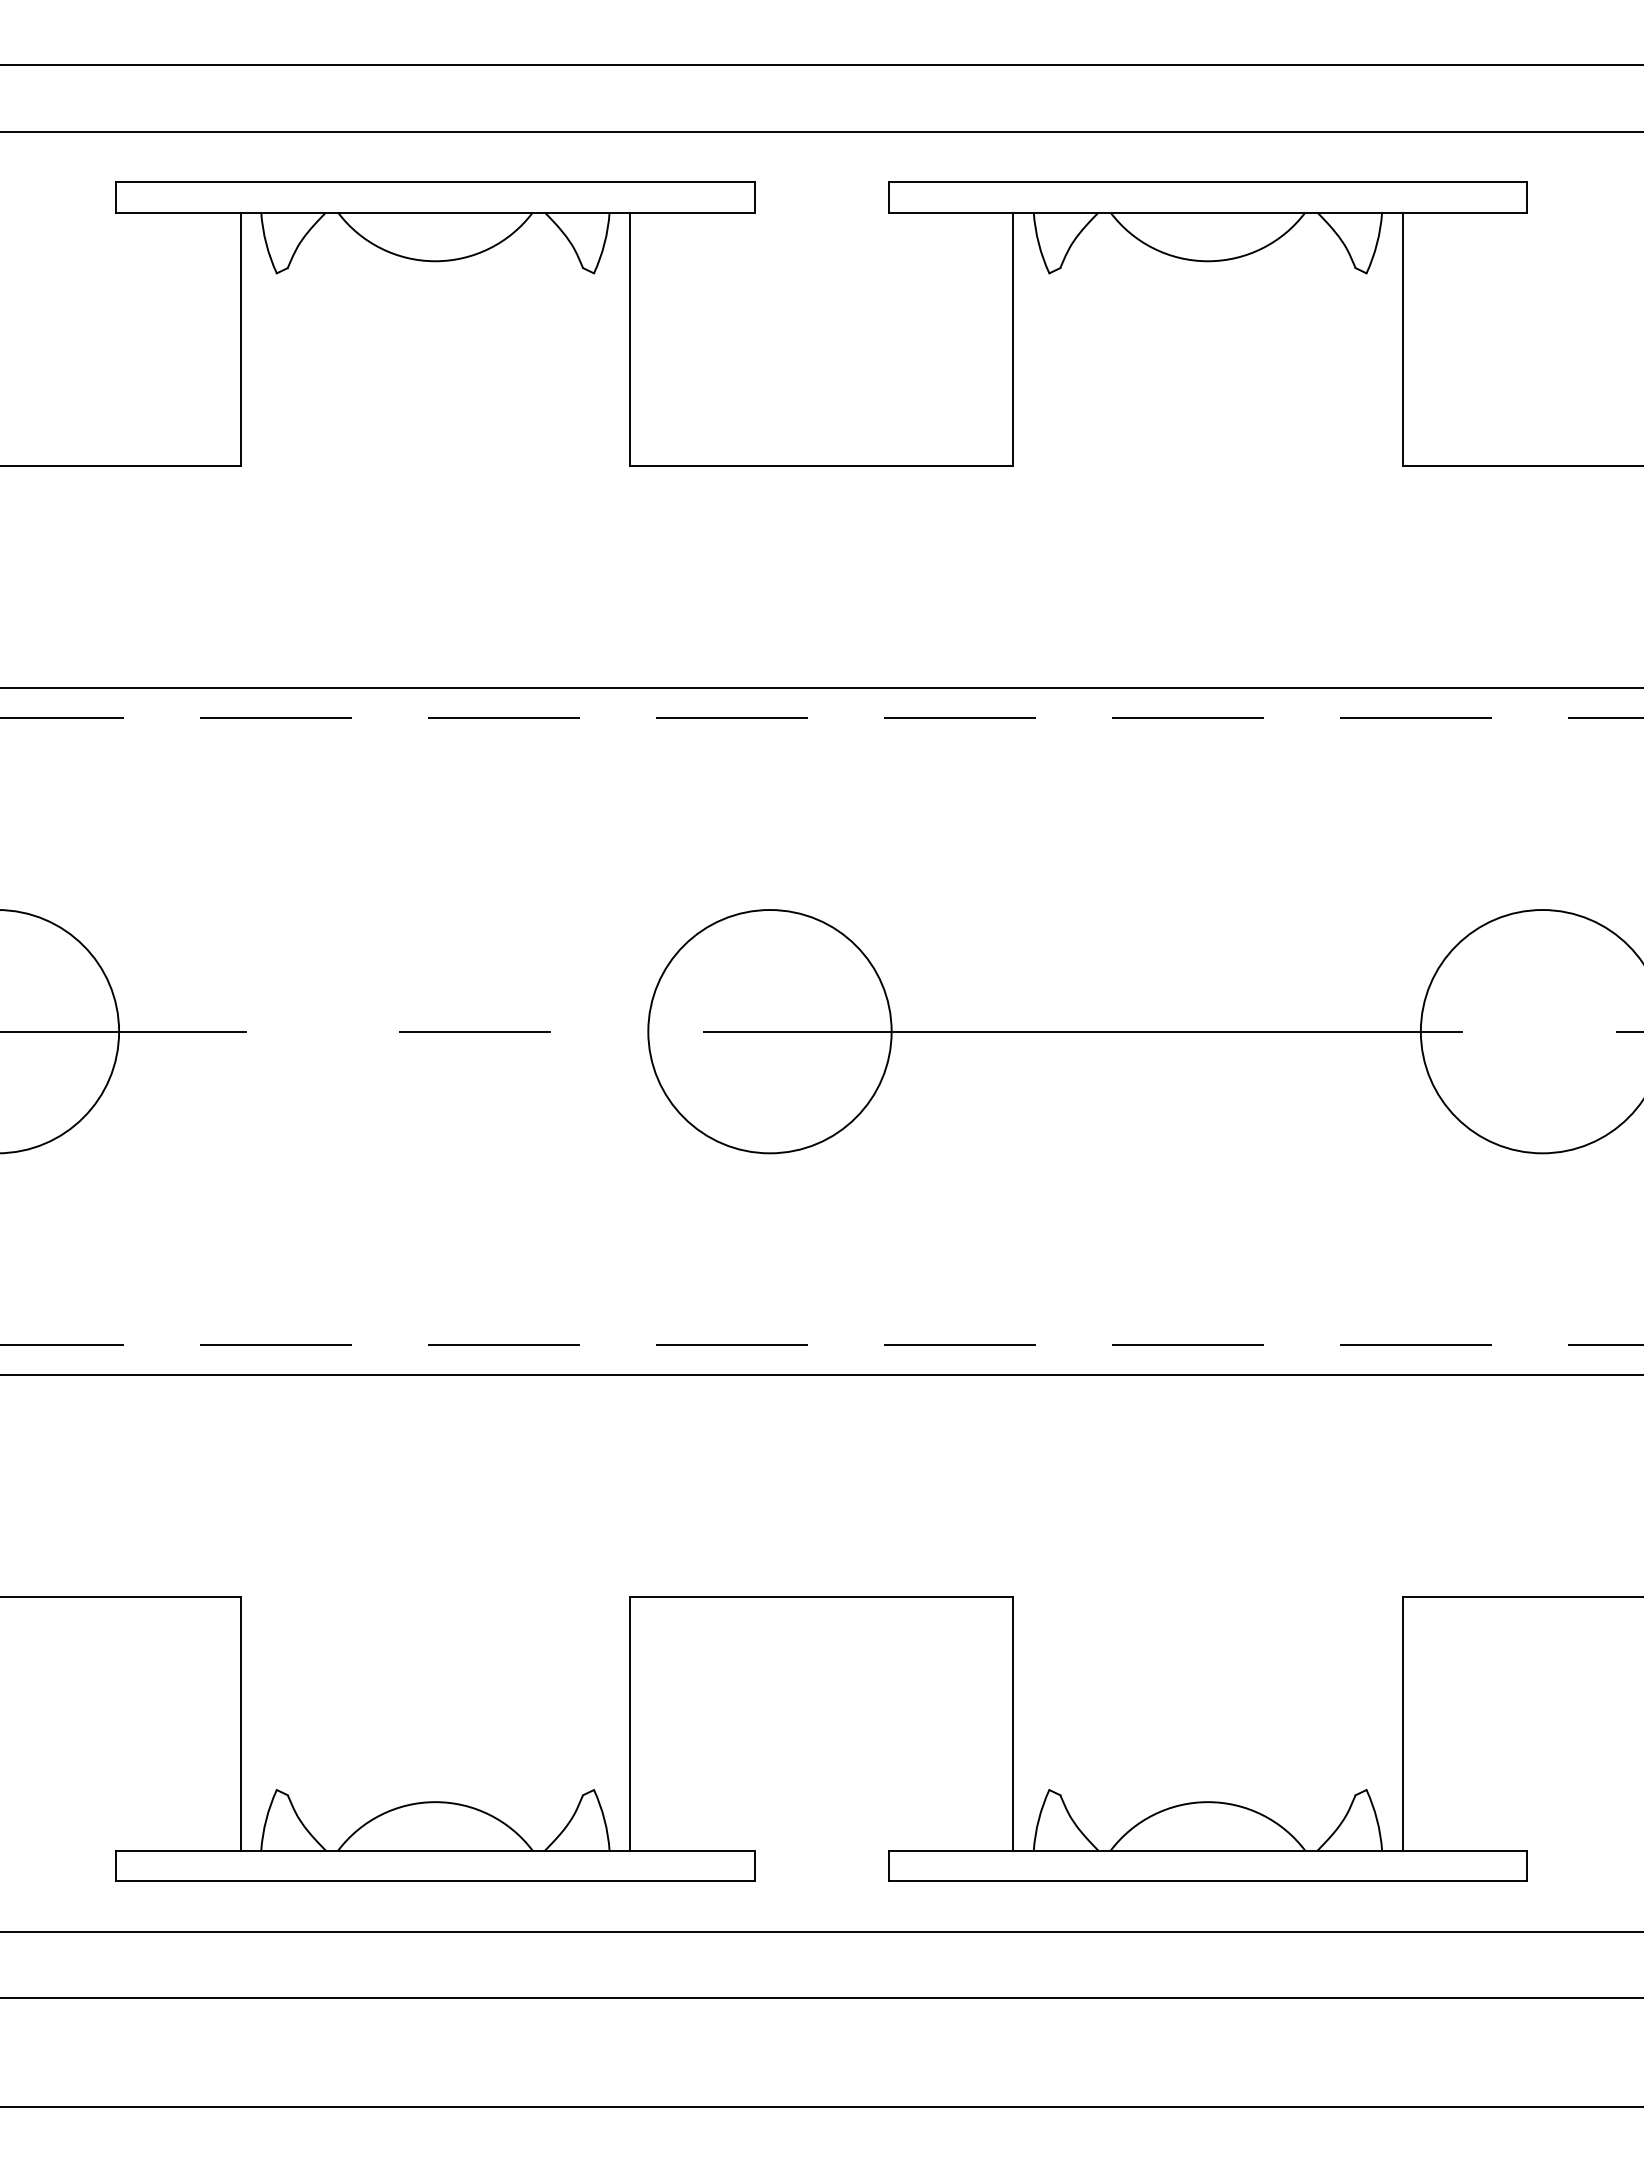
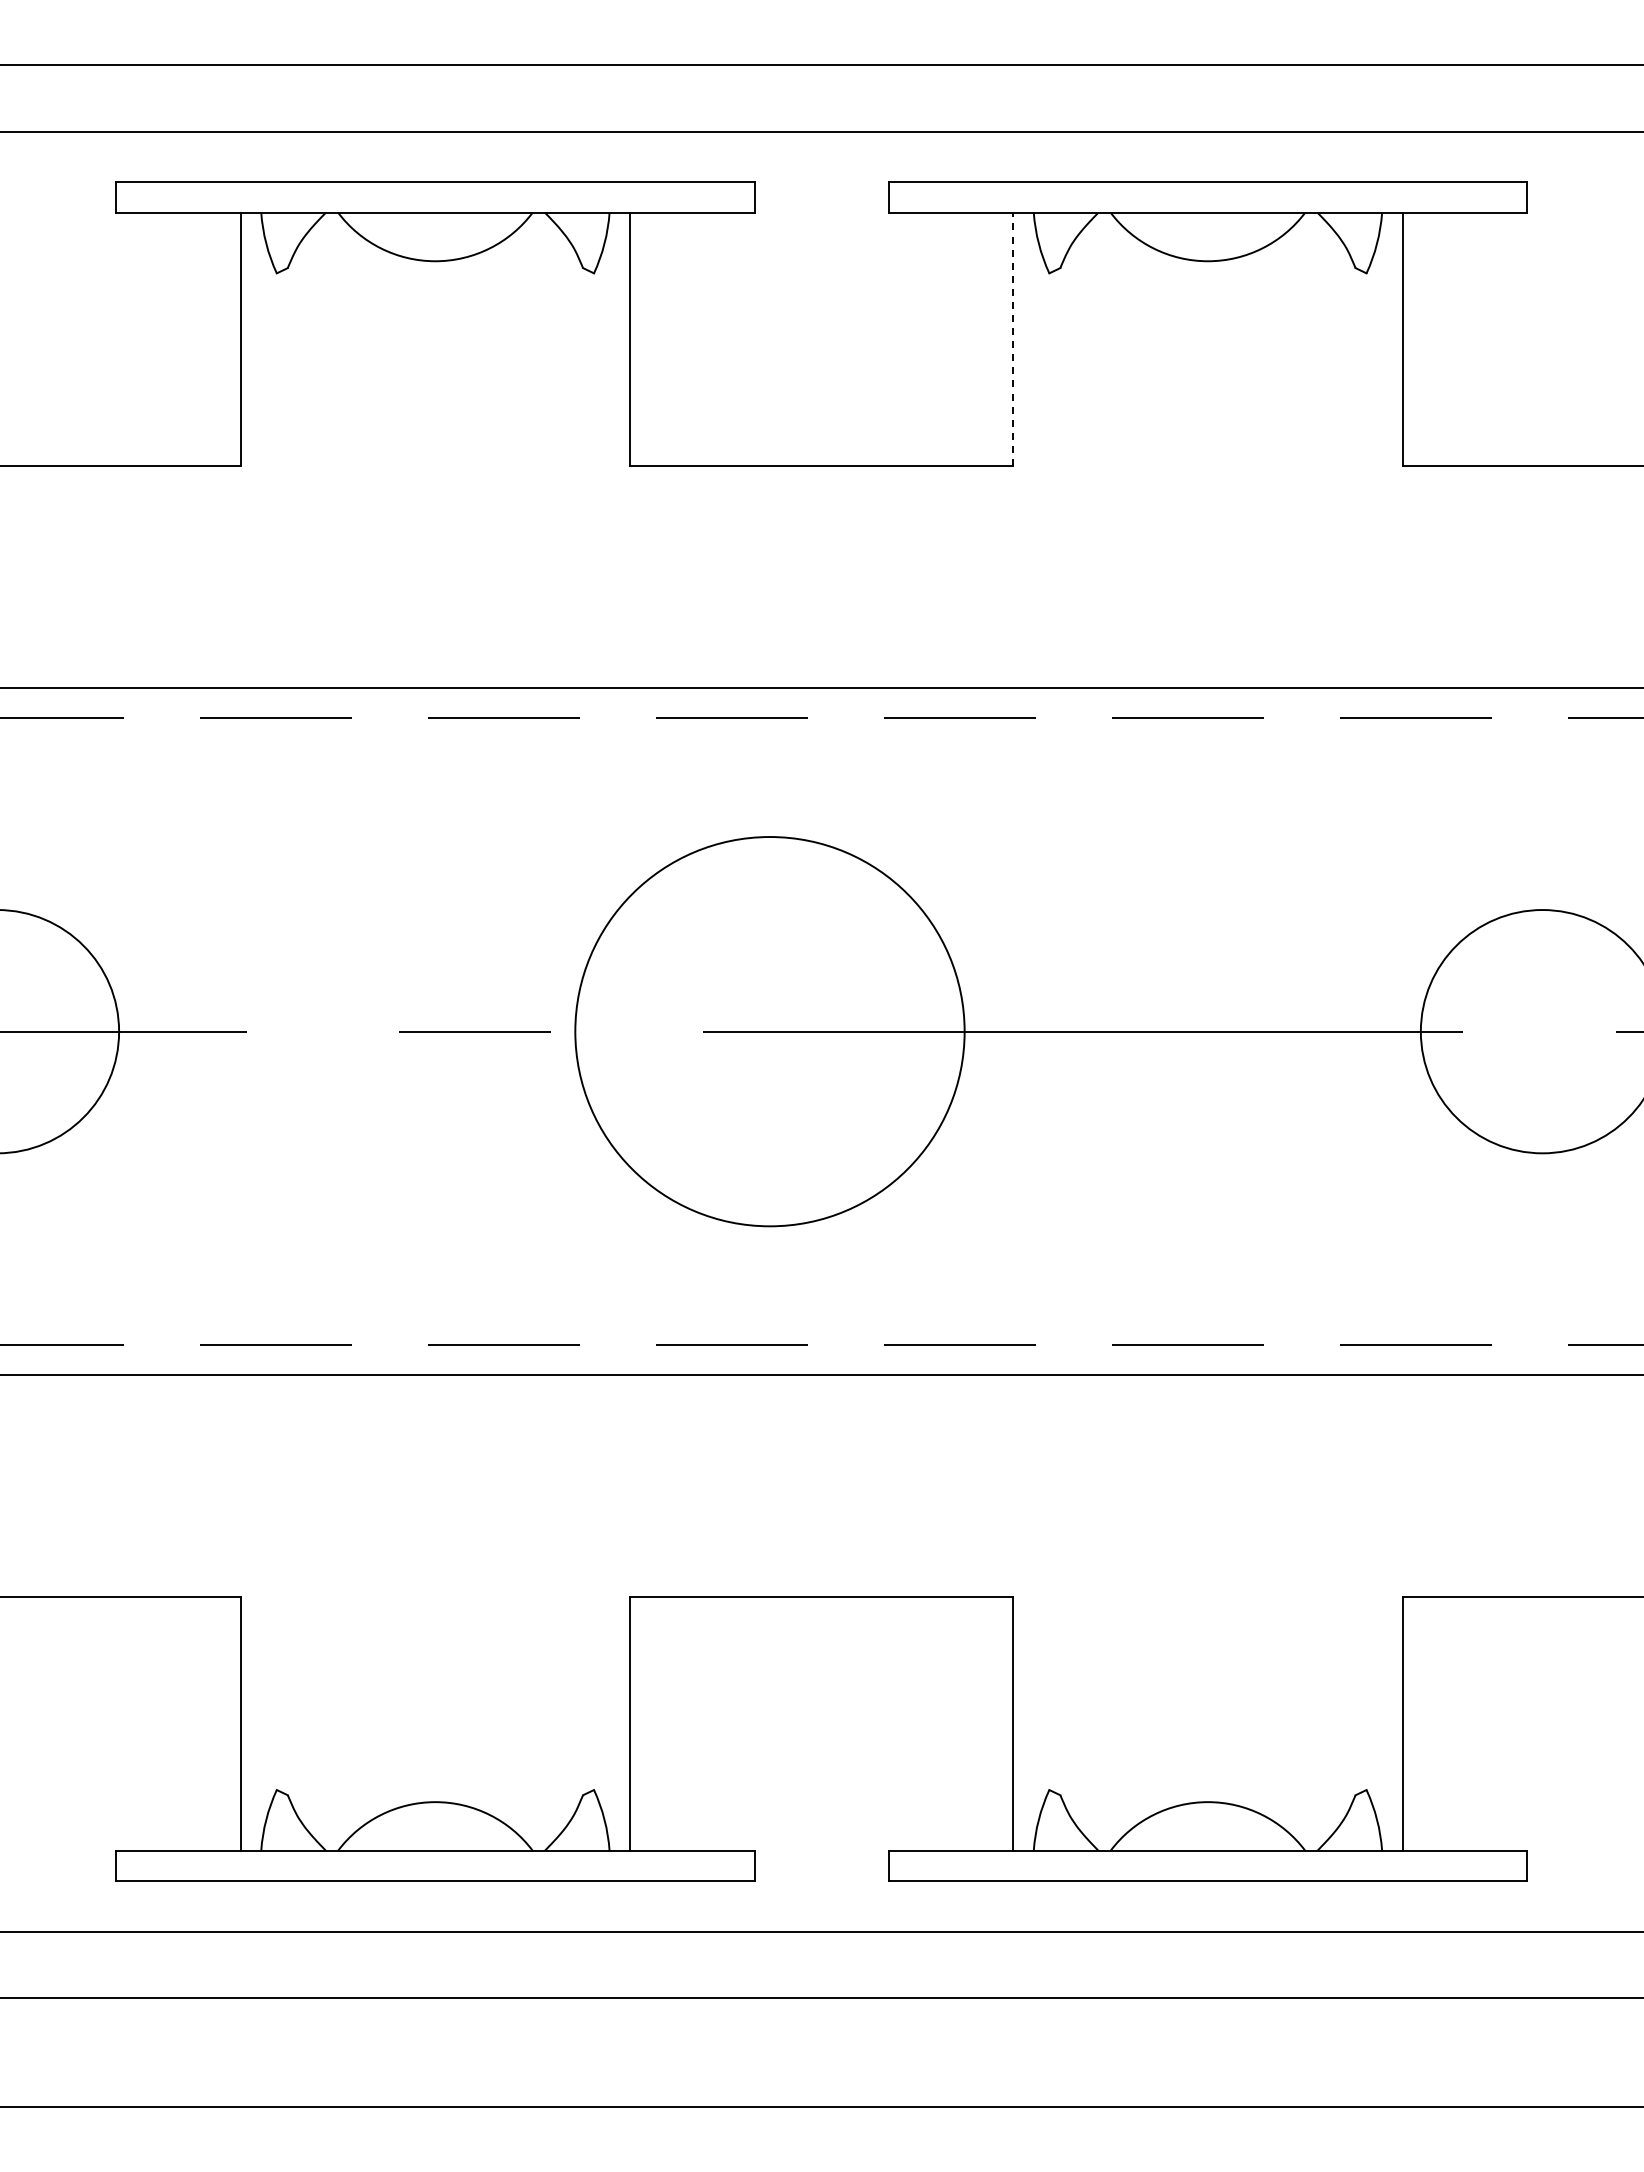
line at (1013, 339): solid -> dashed
circle at (769, 1031) diameter: 243 px -> 389 px
